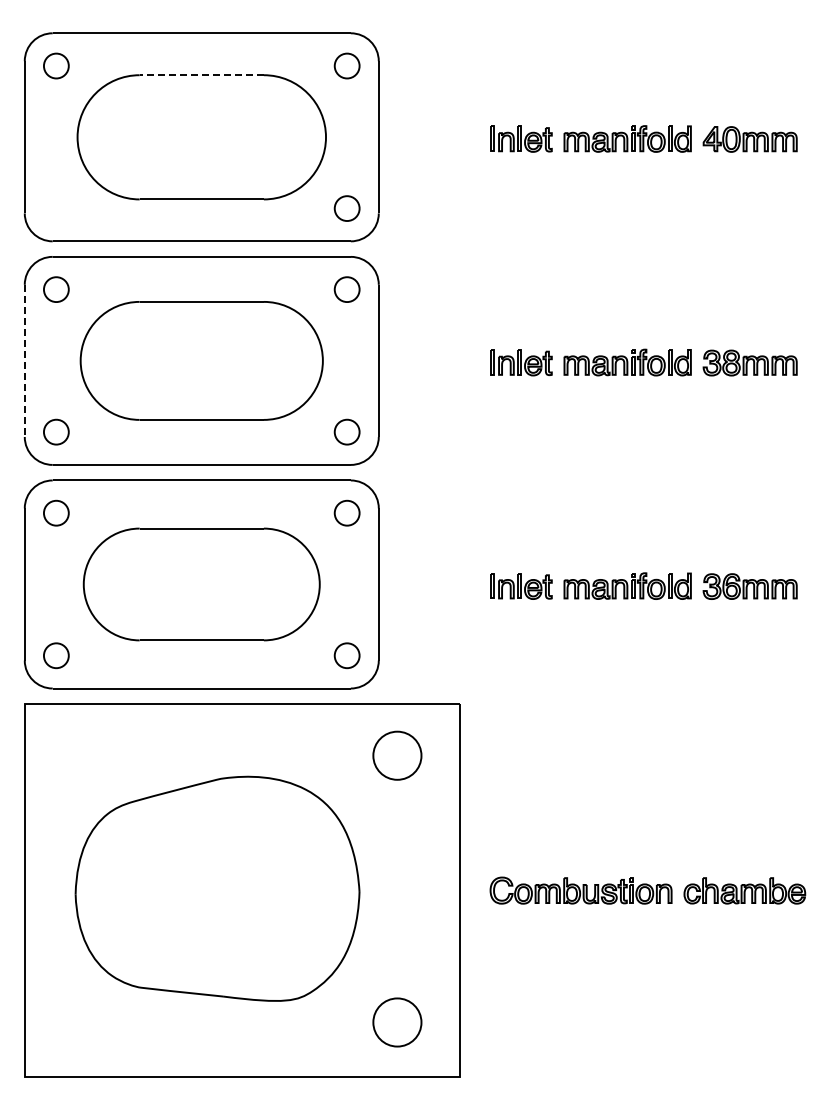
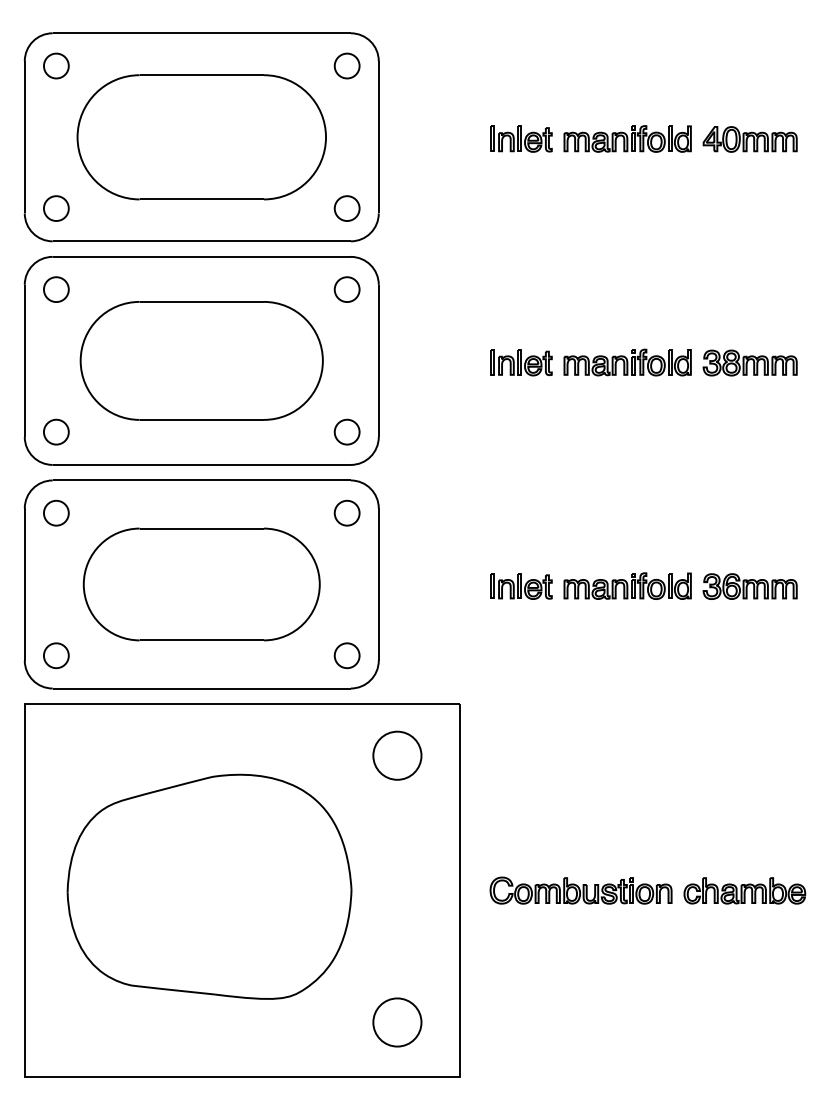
line at (201, 75): dashed -> solid
circle at (56, 208): none -> present
line at (24, 361): dashed -> solid
part at (217, 888) position: (217, 888) -> (209, 886)
